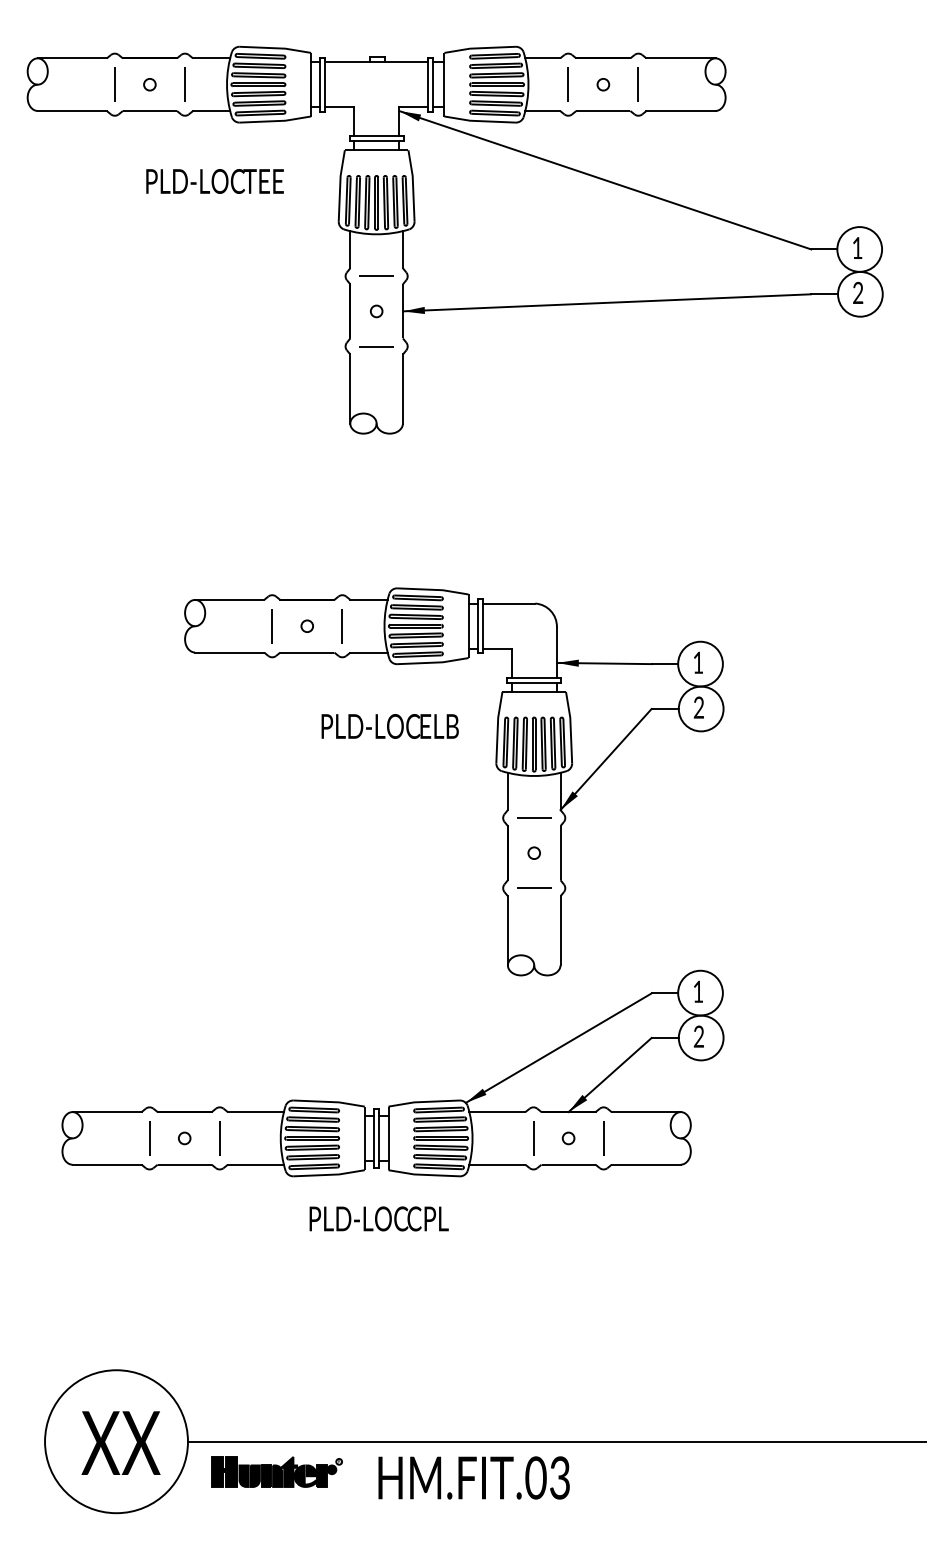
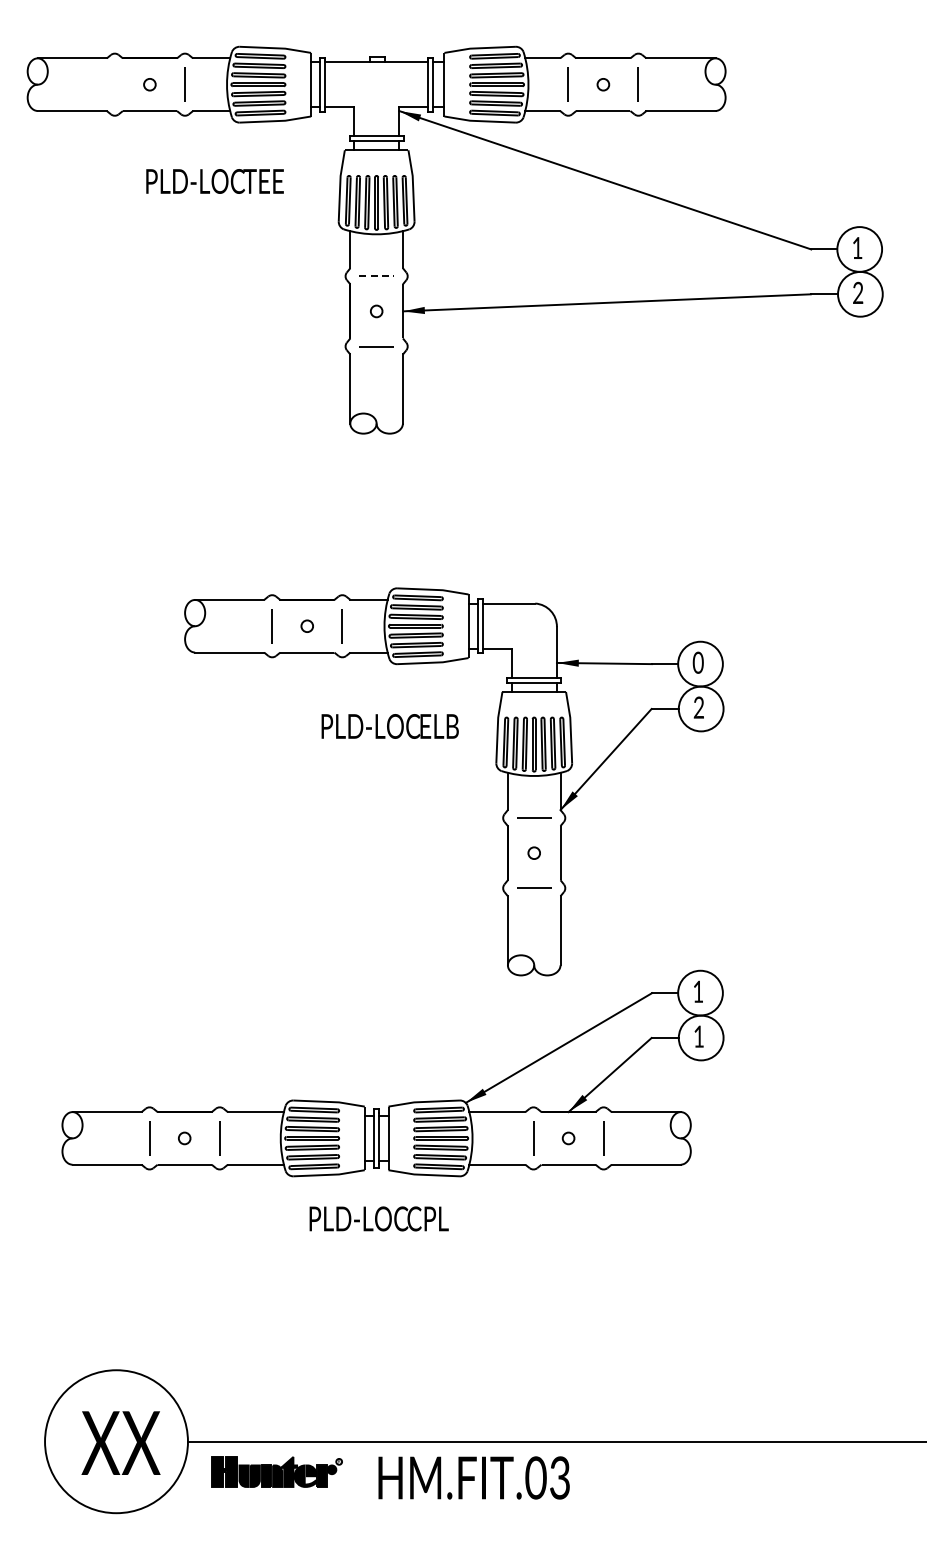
line at (114, 84): present -> none
line at (377, 276): solid -> dashed
text at (697, 662): 1 -> 0
text at (698, 1036): 2 -> 1
